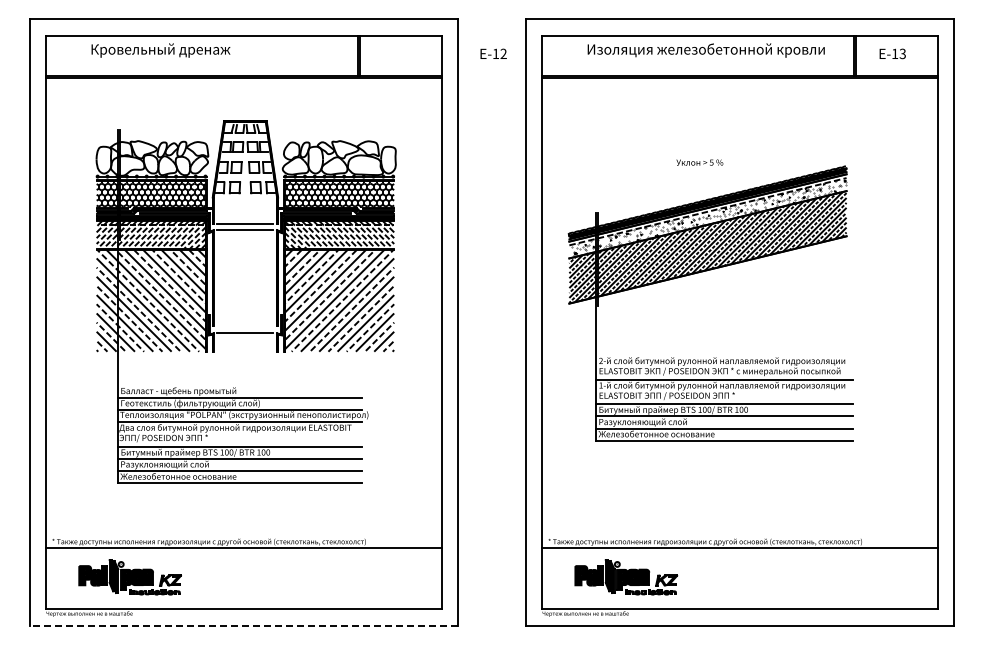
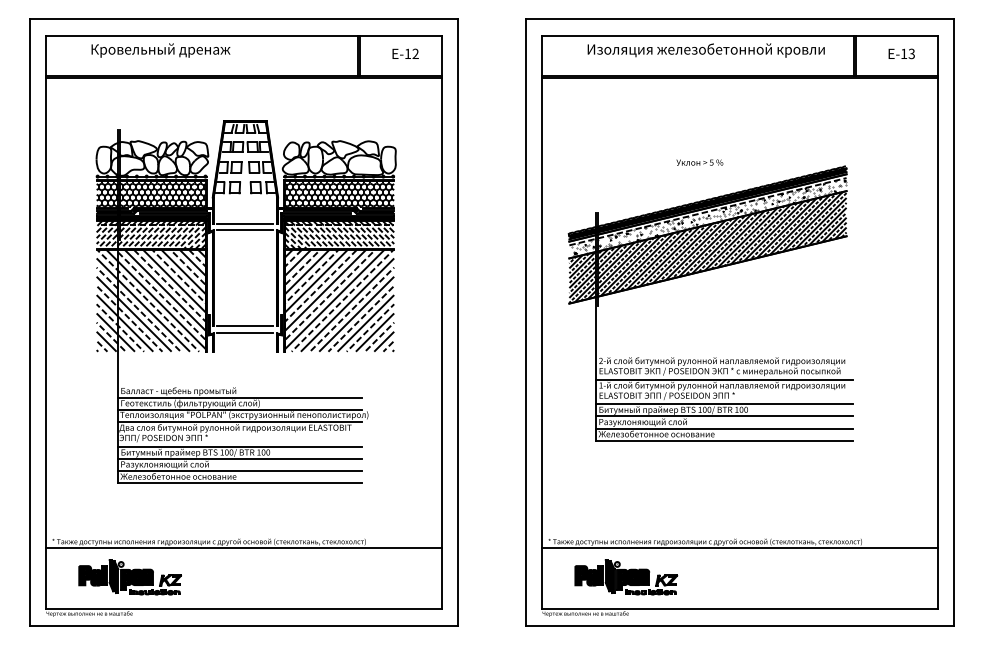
text at (493, 53) position: (493, 53) -> (405, 53)
text at (892, 53) position: (892, 53) -> (901, 53)
line at (245, 326): none -> present
line at (243, 625): dashed -> solid
